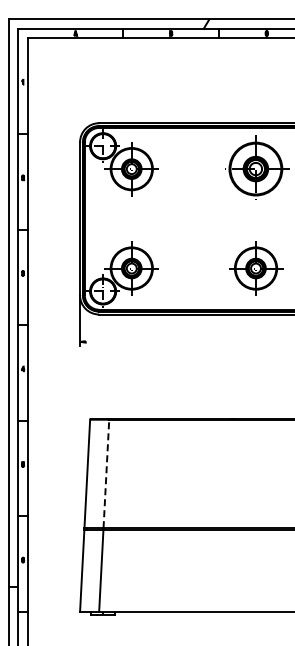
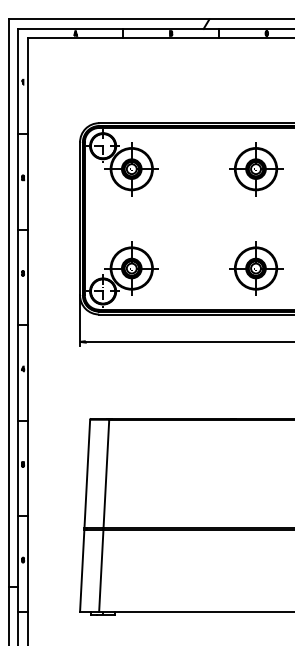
part at (257, 167) size: 65x65 px -> 55x55 px
line at (188, 341): none -> present
line at (106, 473): dashed -> solid
